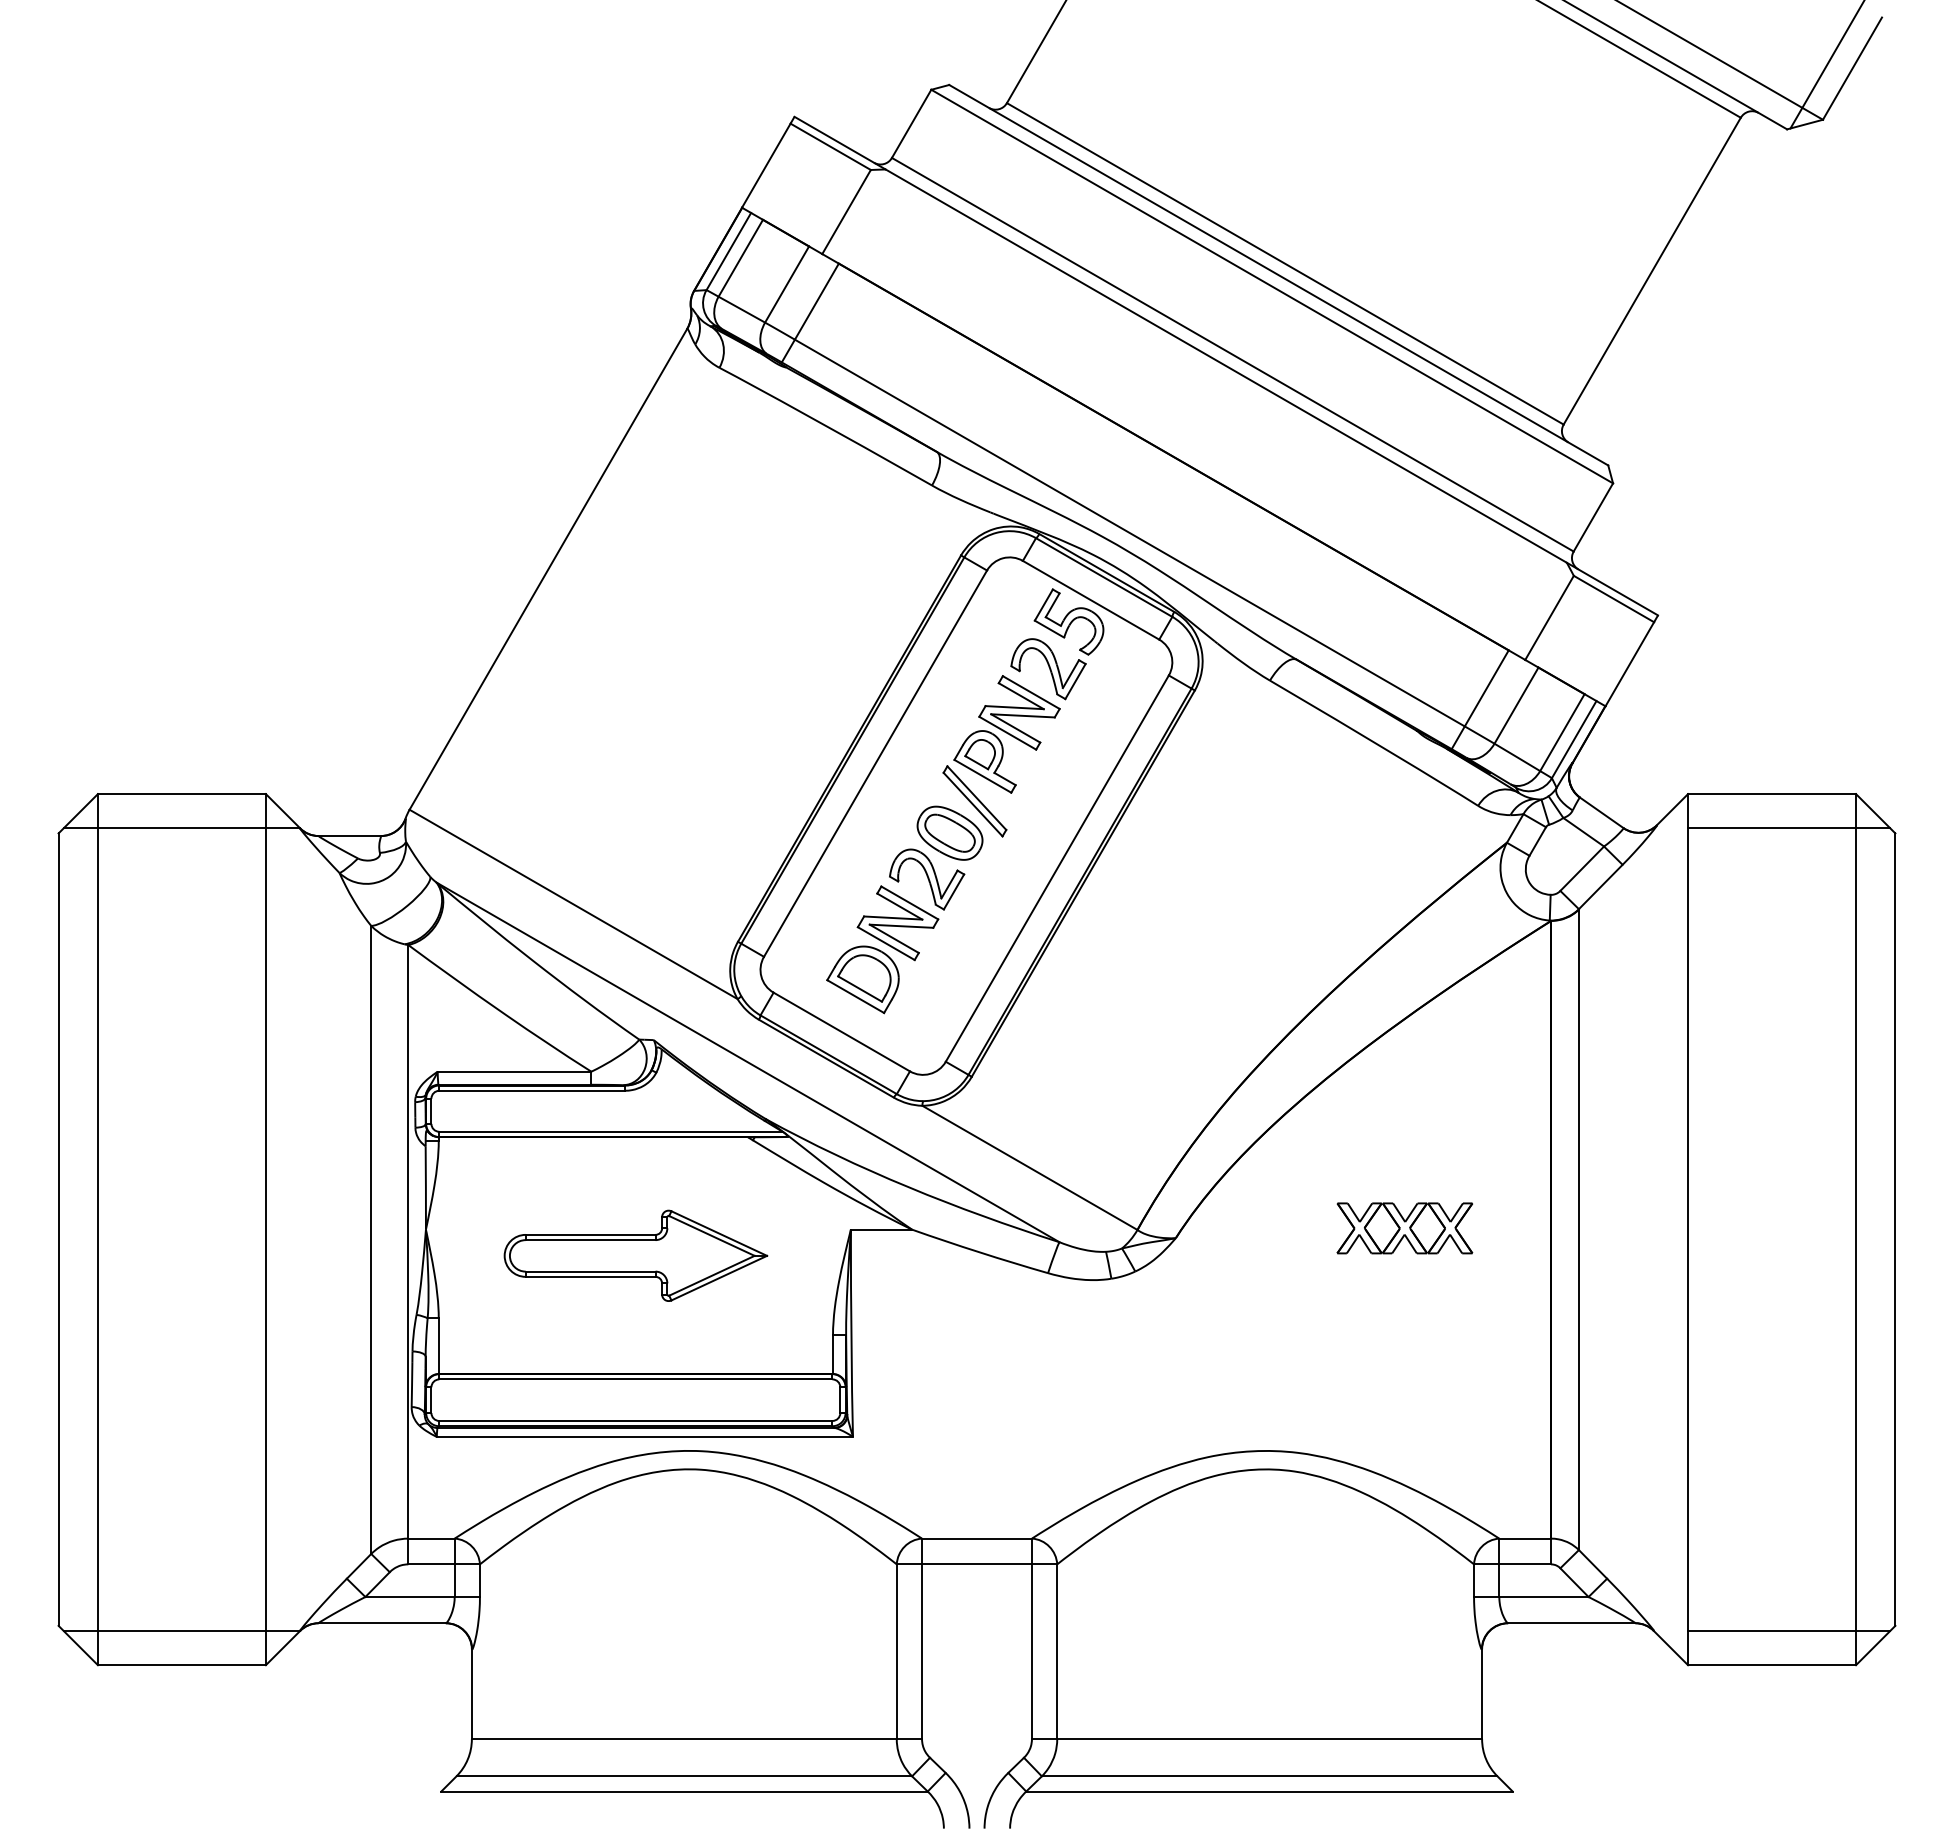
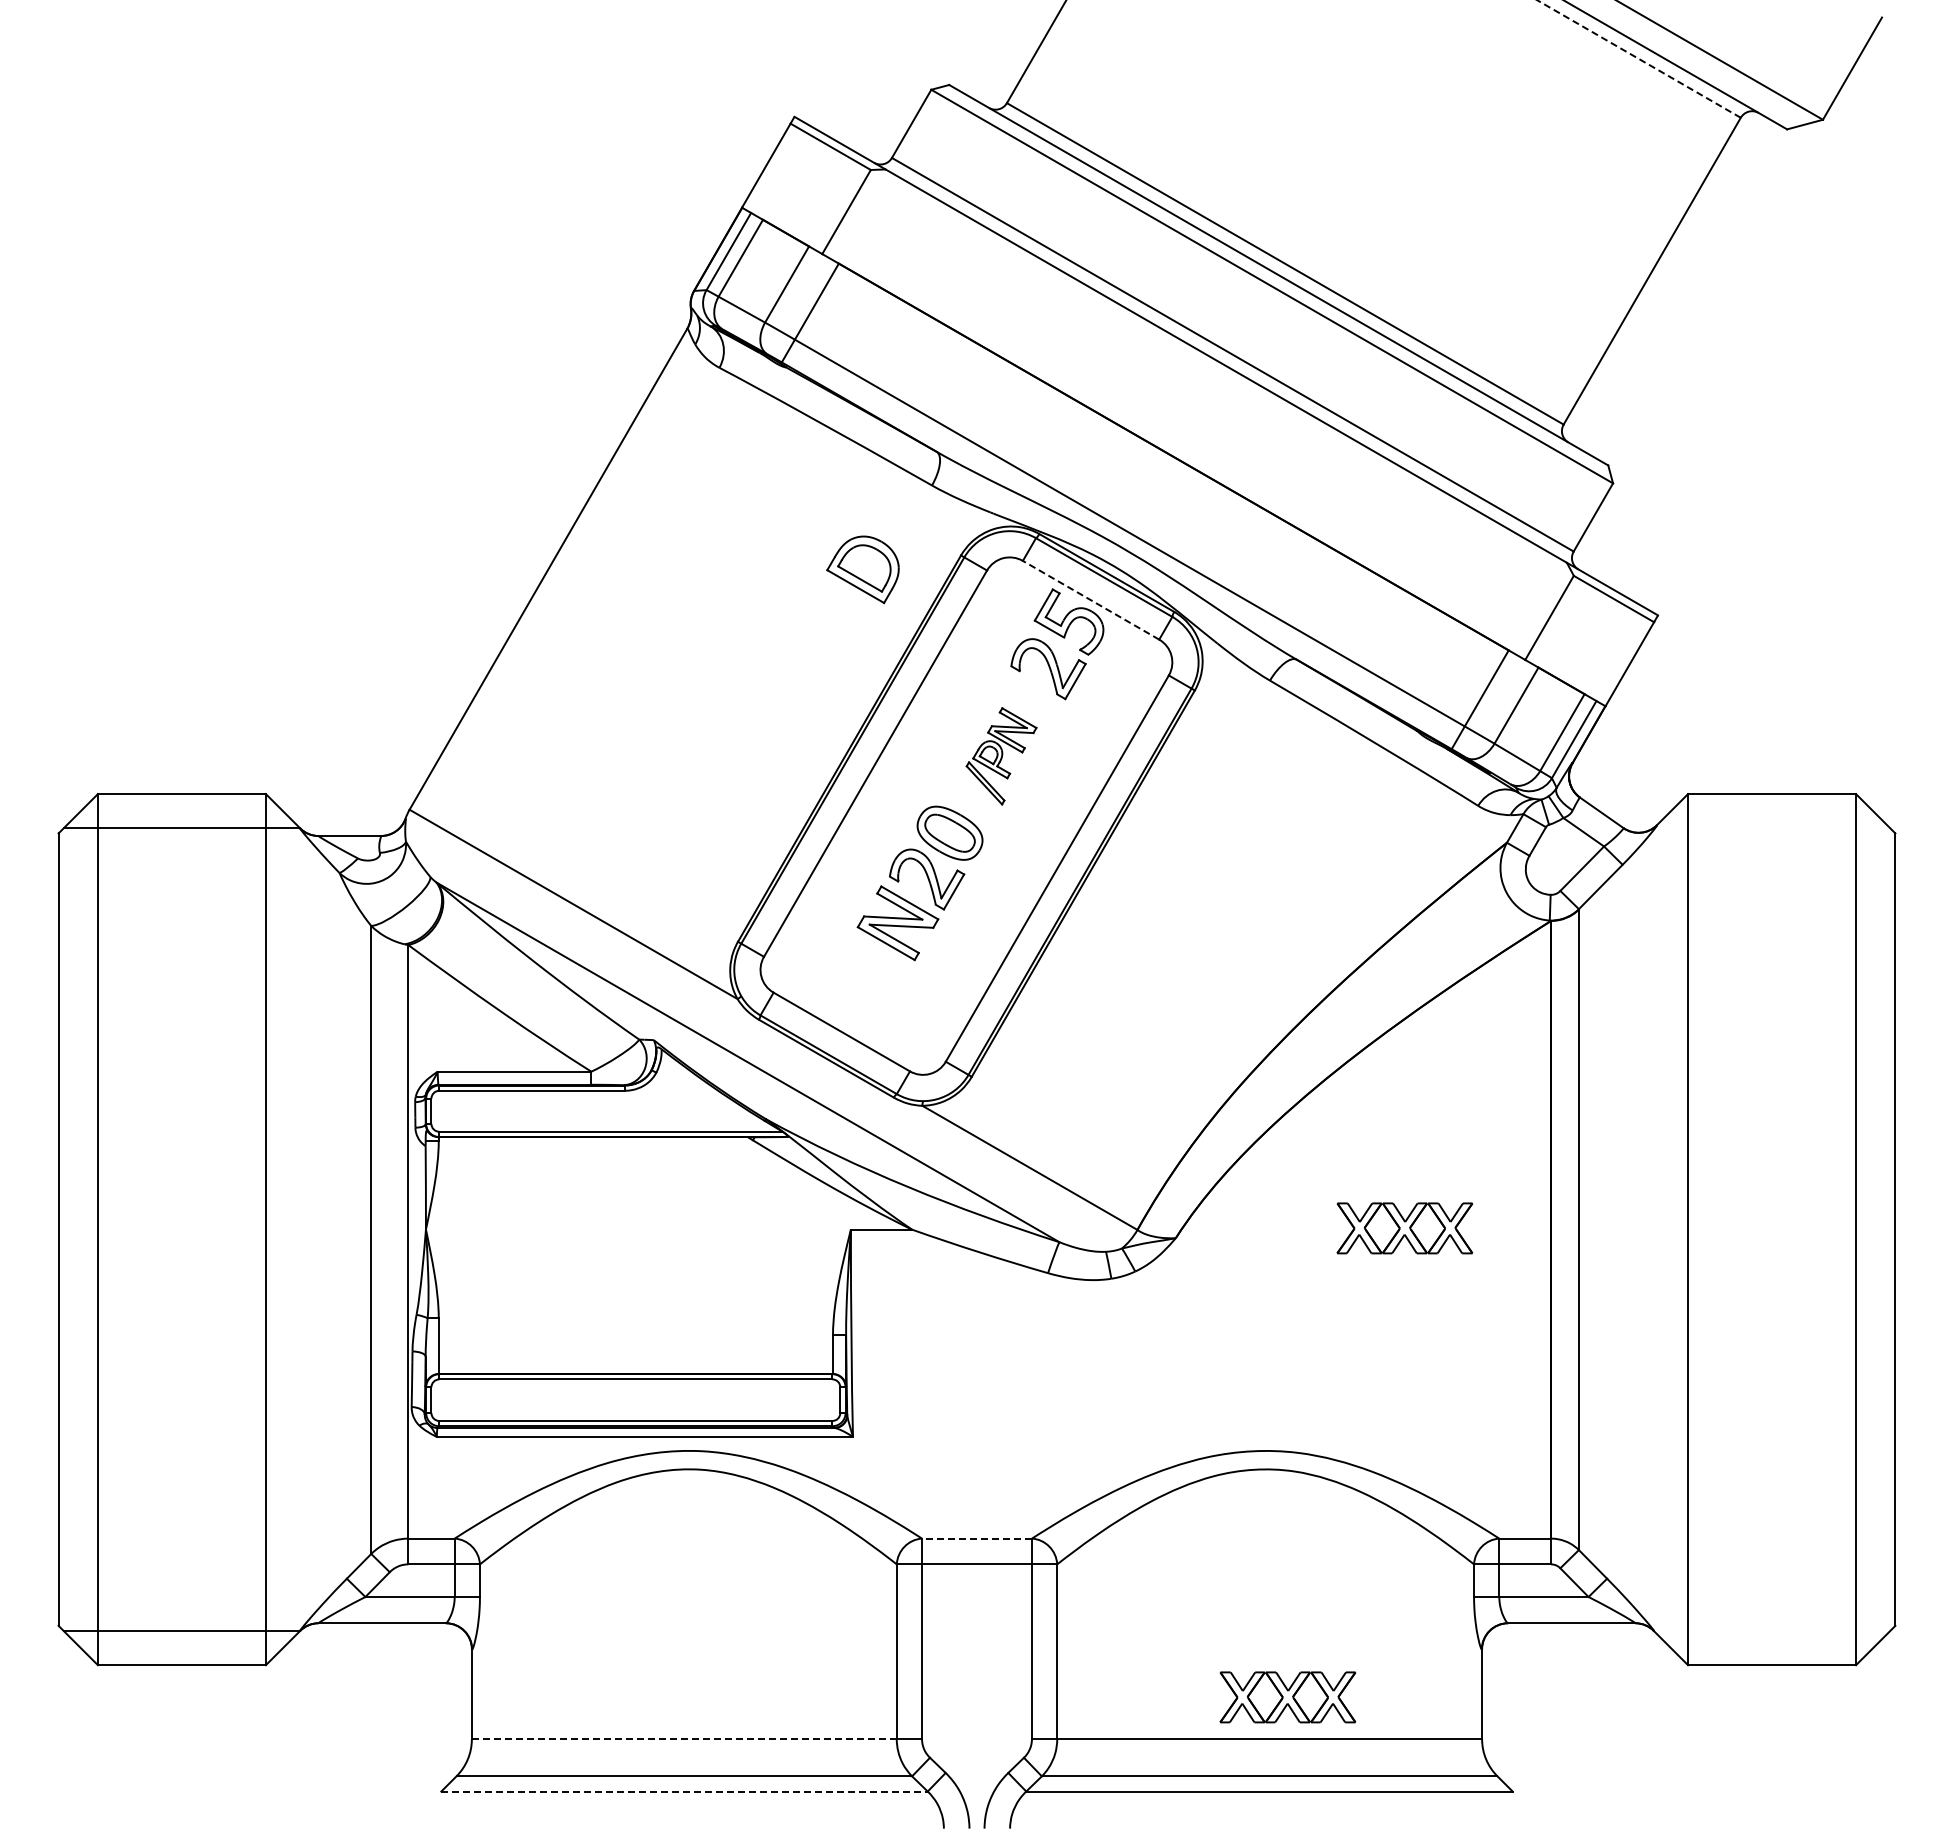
line at (1638, 58): solid -> dashed
line at (1826, 65): present -> none
line at (1091, 600): solid -> dashed
part at (1001, 756) size: 119x163 px -> 73x99 px
line at (1789, 828): present -> none
part at (862, 979) position: (862, 979) -> (862, 569)
part at (635, 1255): present -> none
line at (977, 1538): solid -> dashed
line at (1789, 1631): present -> none
part at (1287, 1697): none -> present
line at (684, 1739): solid -> dashed
line at (685, 1791): solid -> dashed
